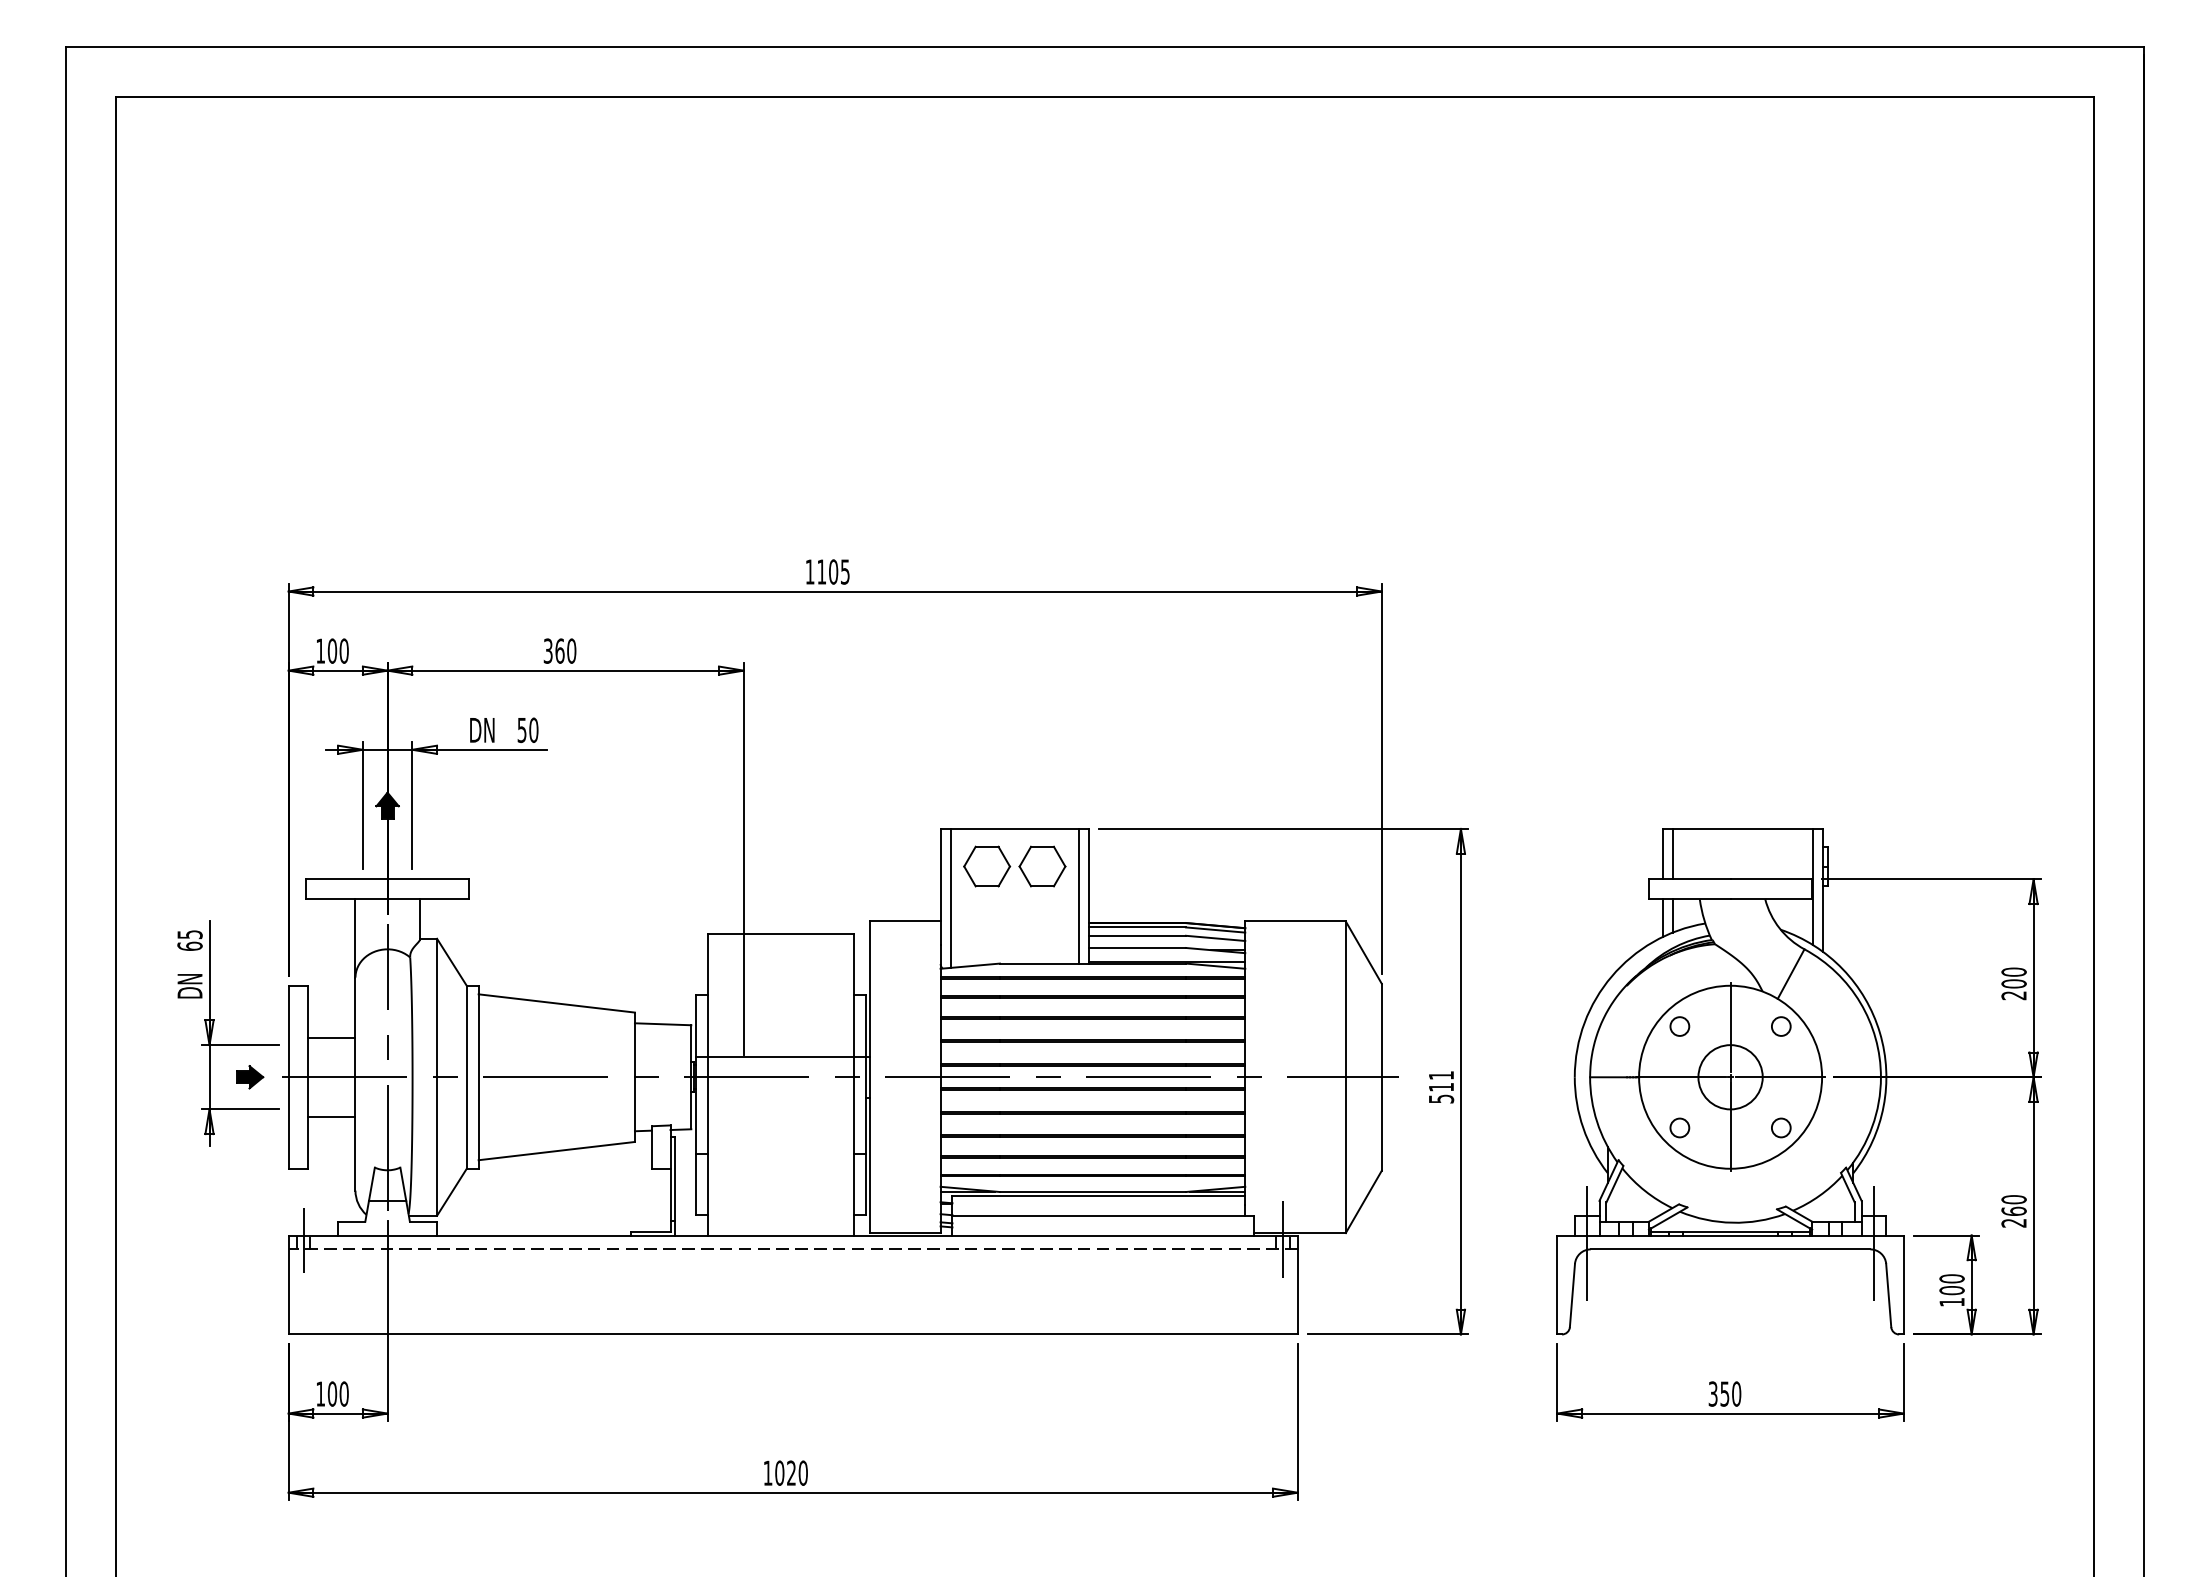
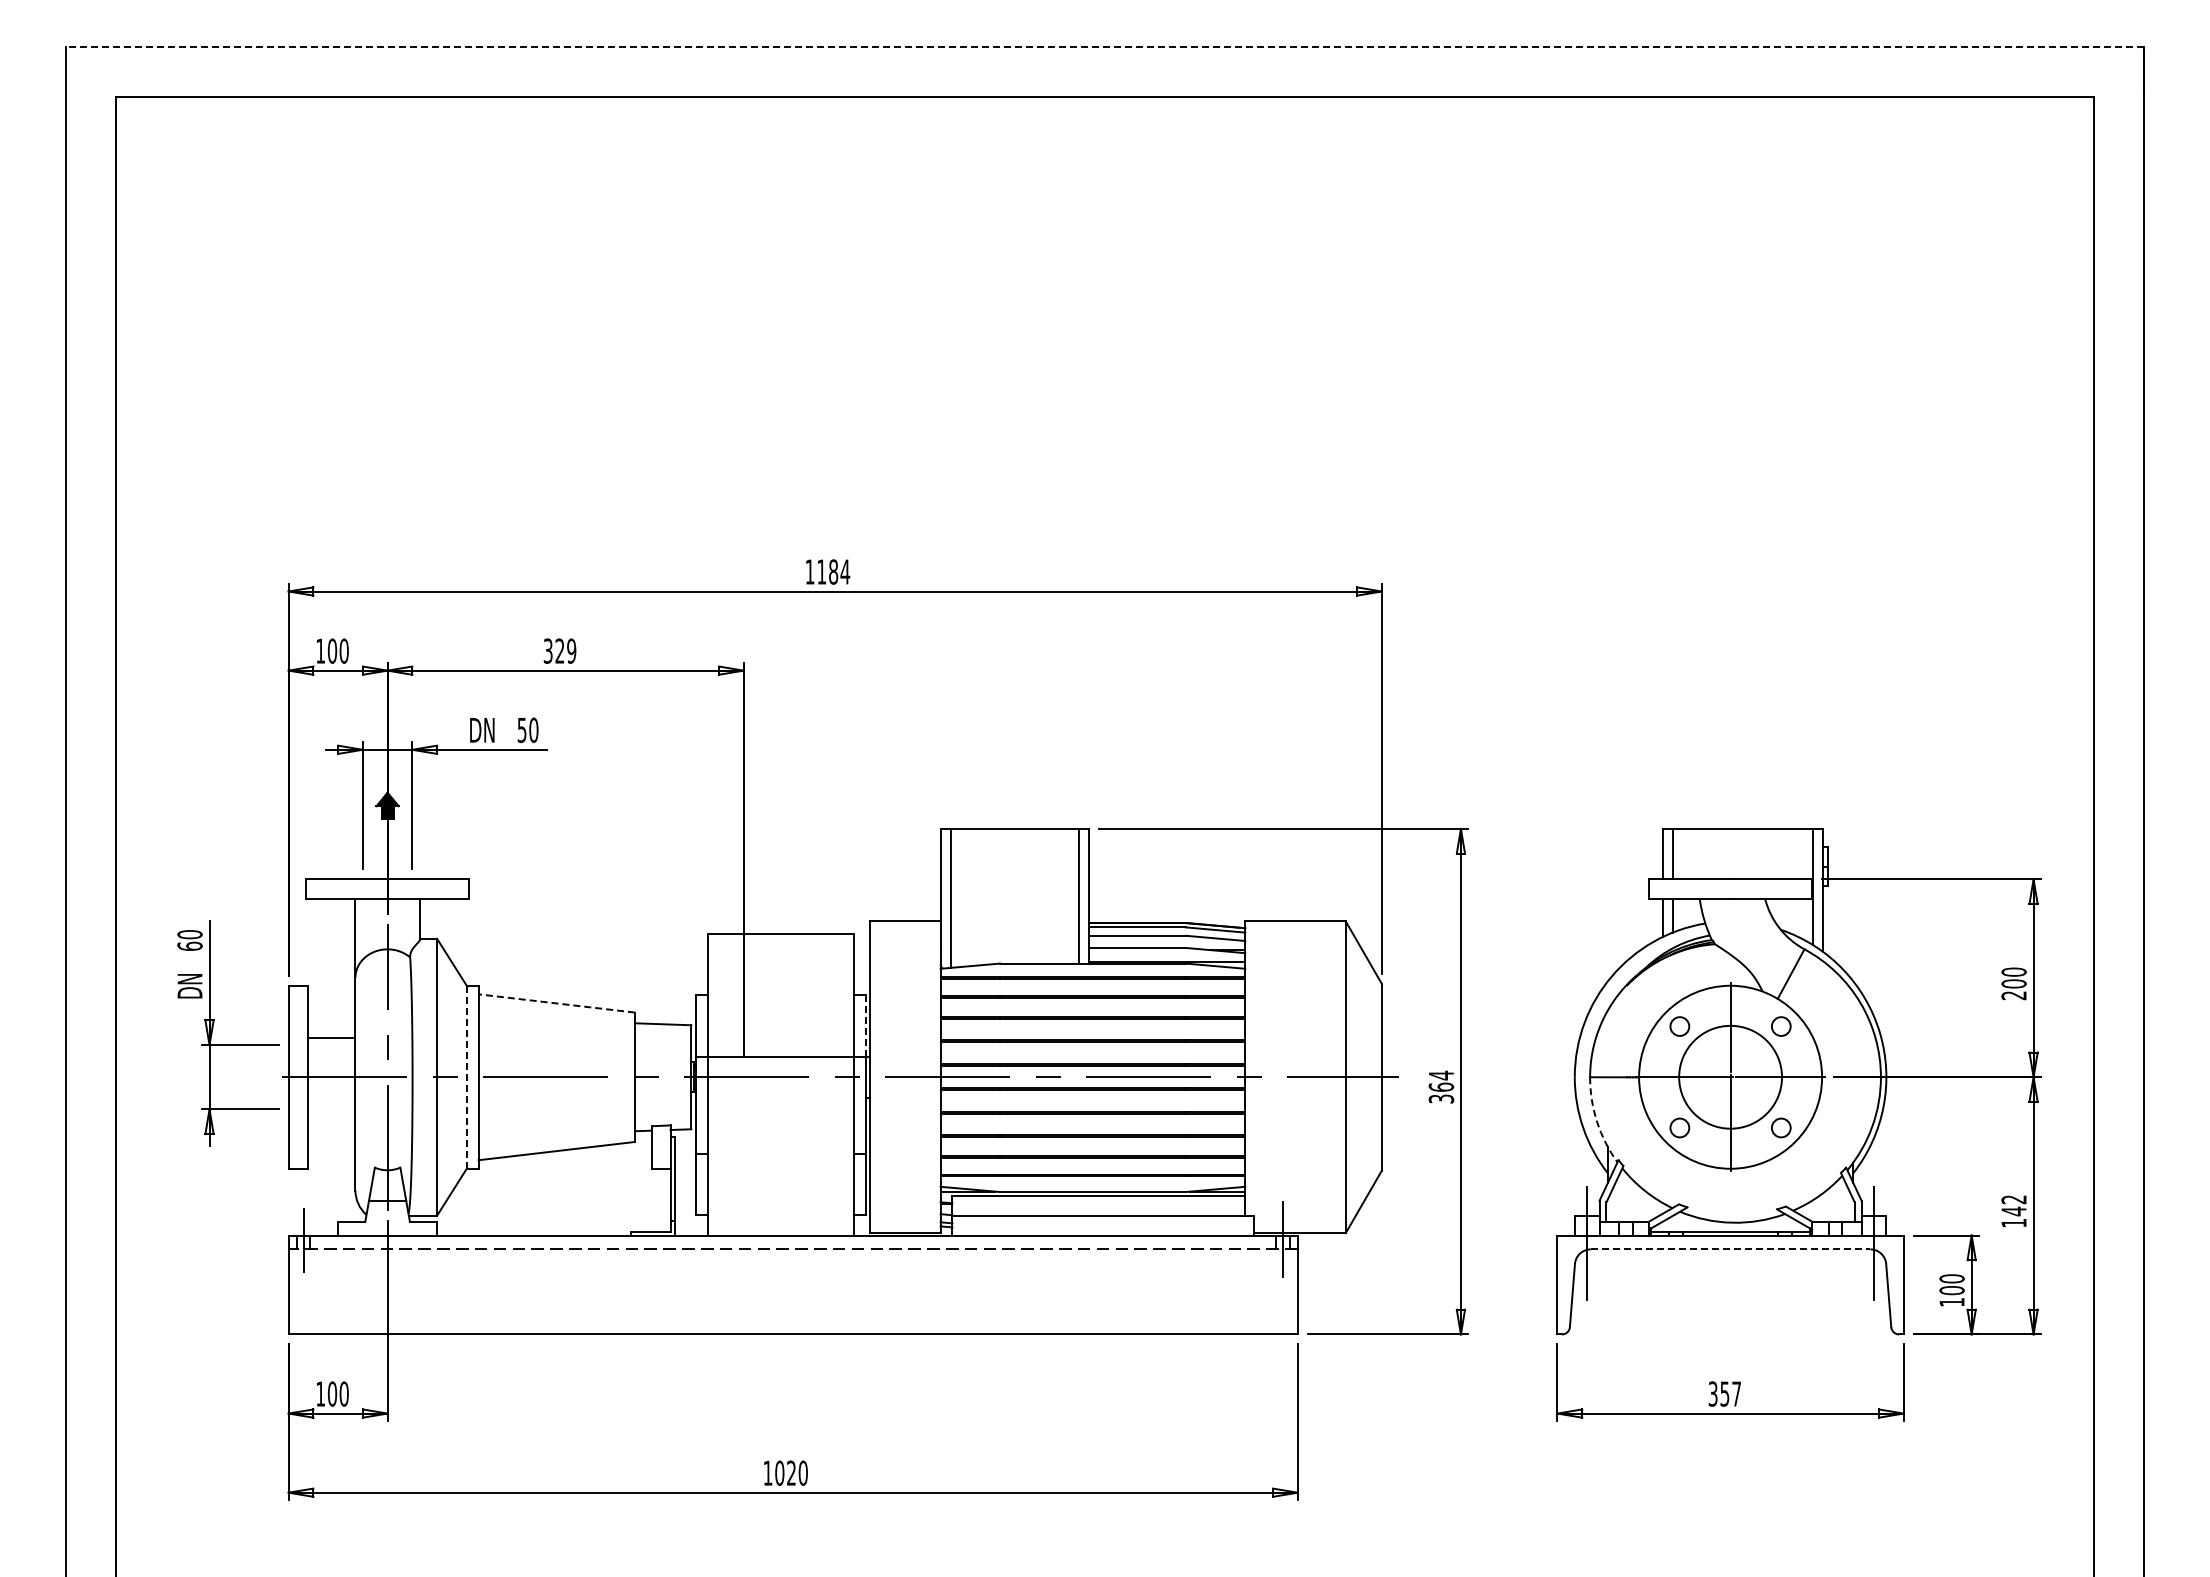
line at (1105, 47): solid -> dashed
text at (839, 571): 1105 -> 1184
text at (565, 650): 360 -> 329
part at (1014, 866): present -> none
text at (189, 934): 65 -> 60
line at (556, 1003): solid -> dashed
line at (865, 1025): solid -> dashed
part at (250, 1077): present -> none
line at (466, 1077): solid -> dashed
circle at (1730, 1077) diameter: 64 px -> 103 px
text at (1441, 1086): 511 -> 364
line at (331, 1116): present -> none
arc at (1597, 1121): solid -> dashed
text at (2013, 1211): 260 -> 142
line at (1730, 1249): solid -> dashed
text at (1736, 1393): 350 -> 357
